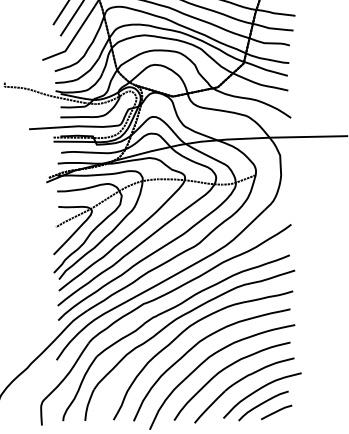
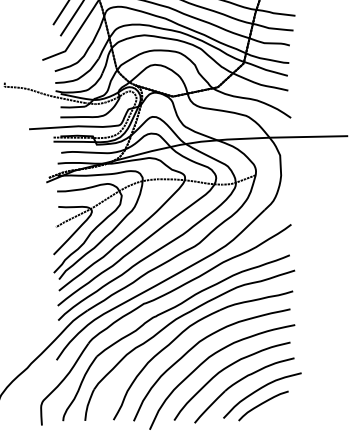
curve at (276, 412): present -> none
